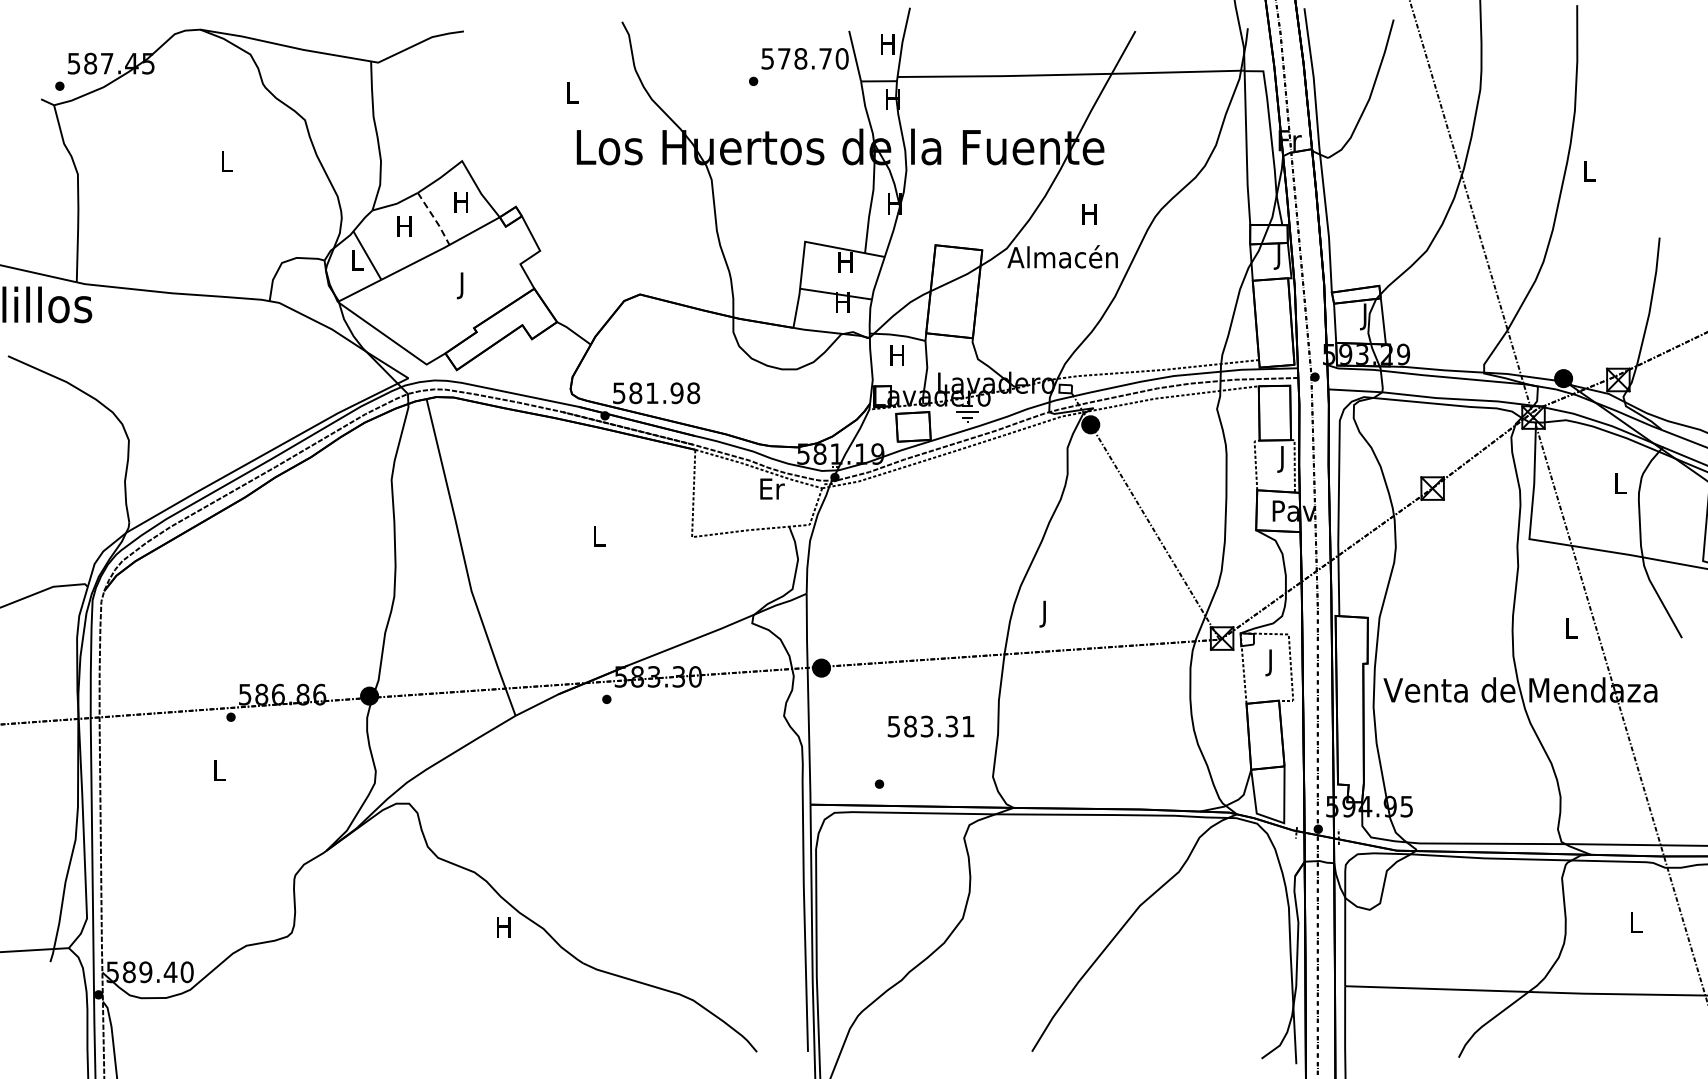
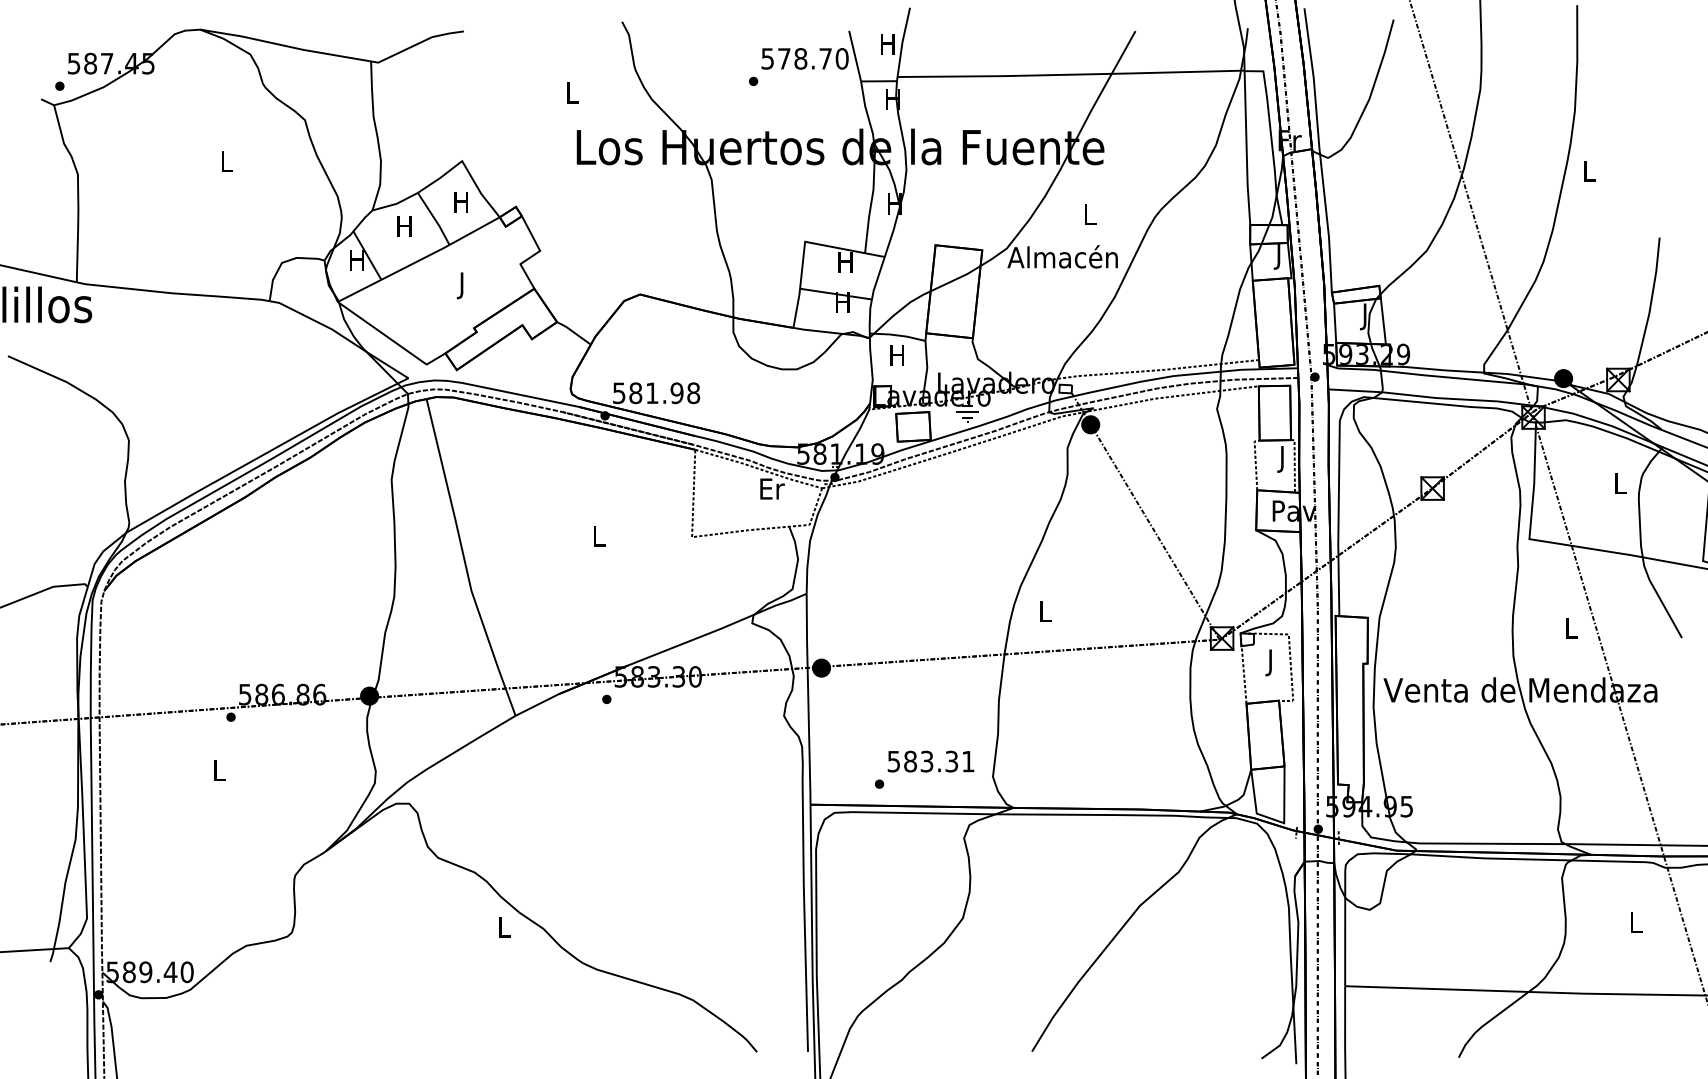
text at (1089, 214): H -> L
line at (435, 219): dashed -> solid
text at (356, 260): L -> H
text at (1045, 613): J -> L
text at (930, 726) position: (930, 726) -> (930, 761)
text at (503, 927): H -> L
